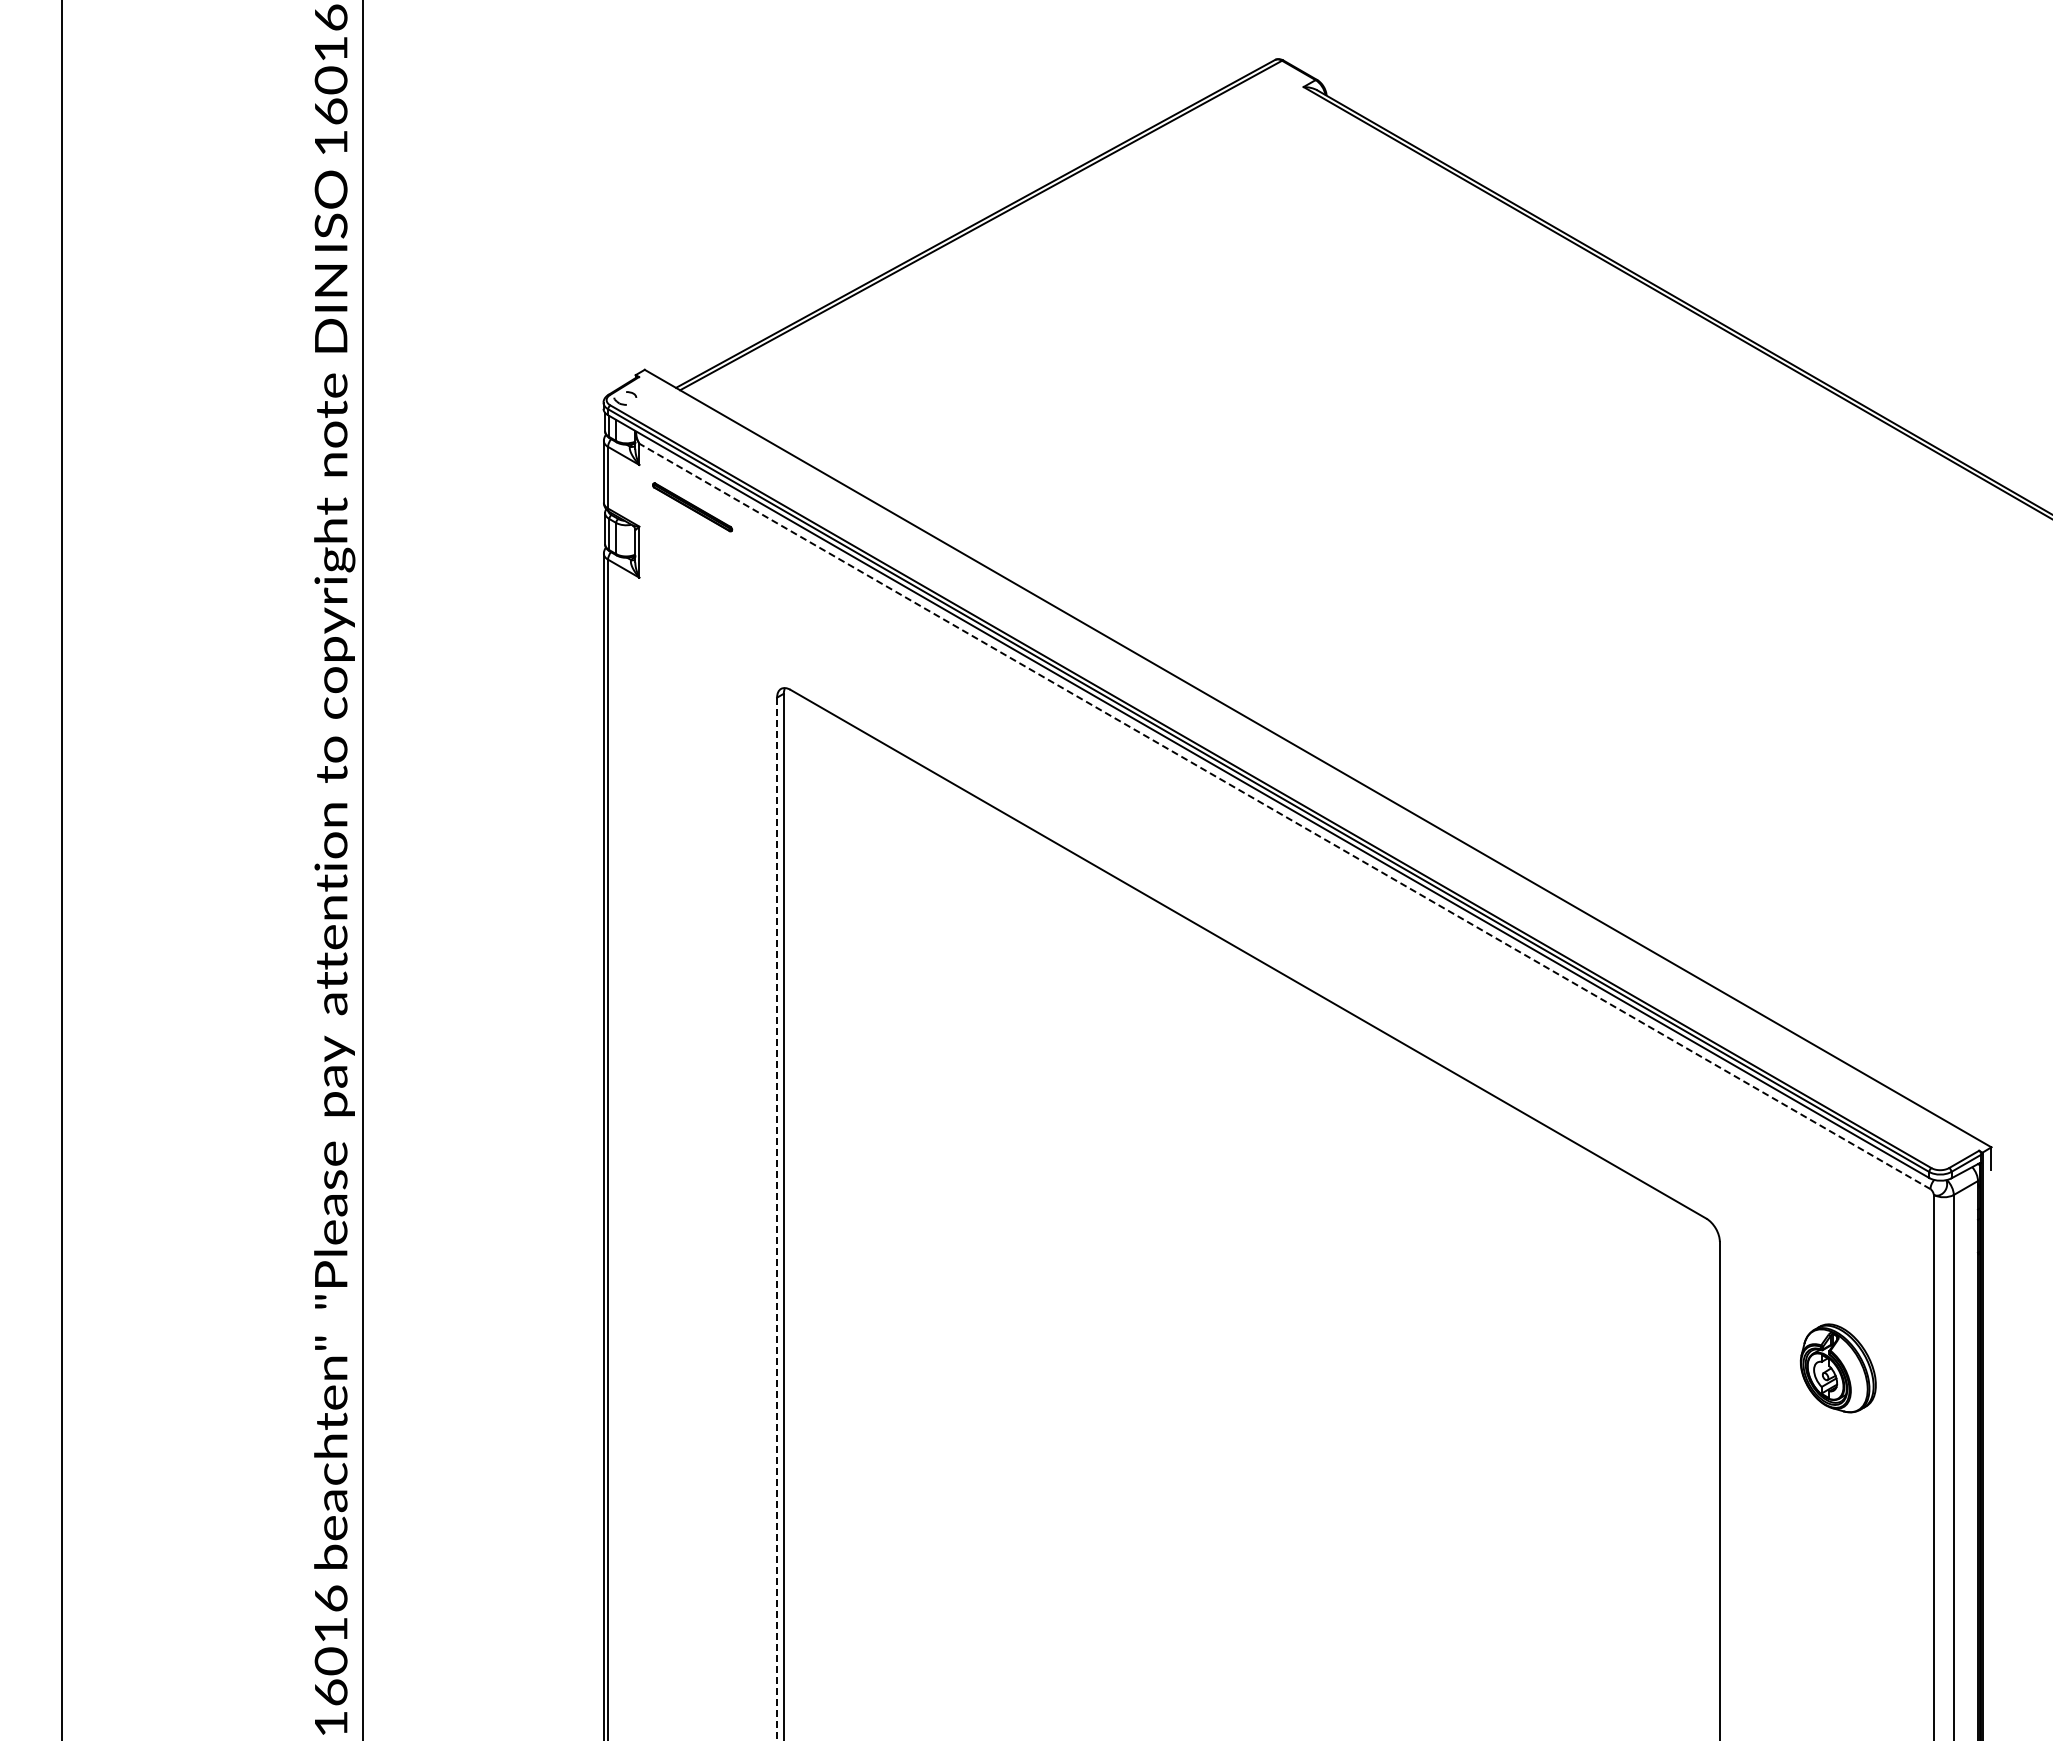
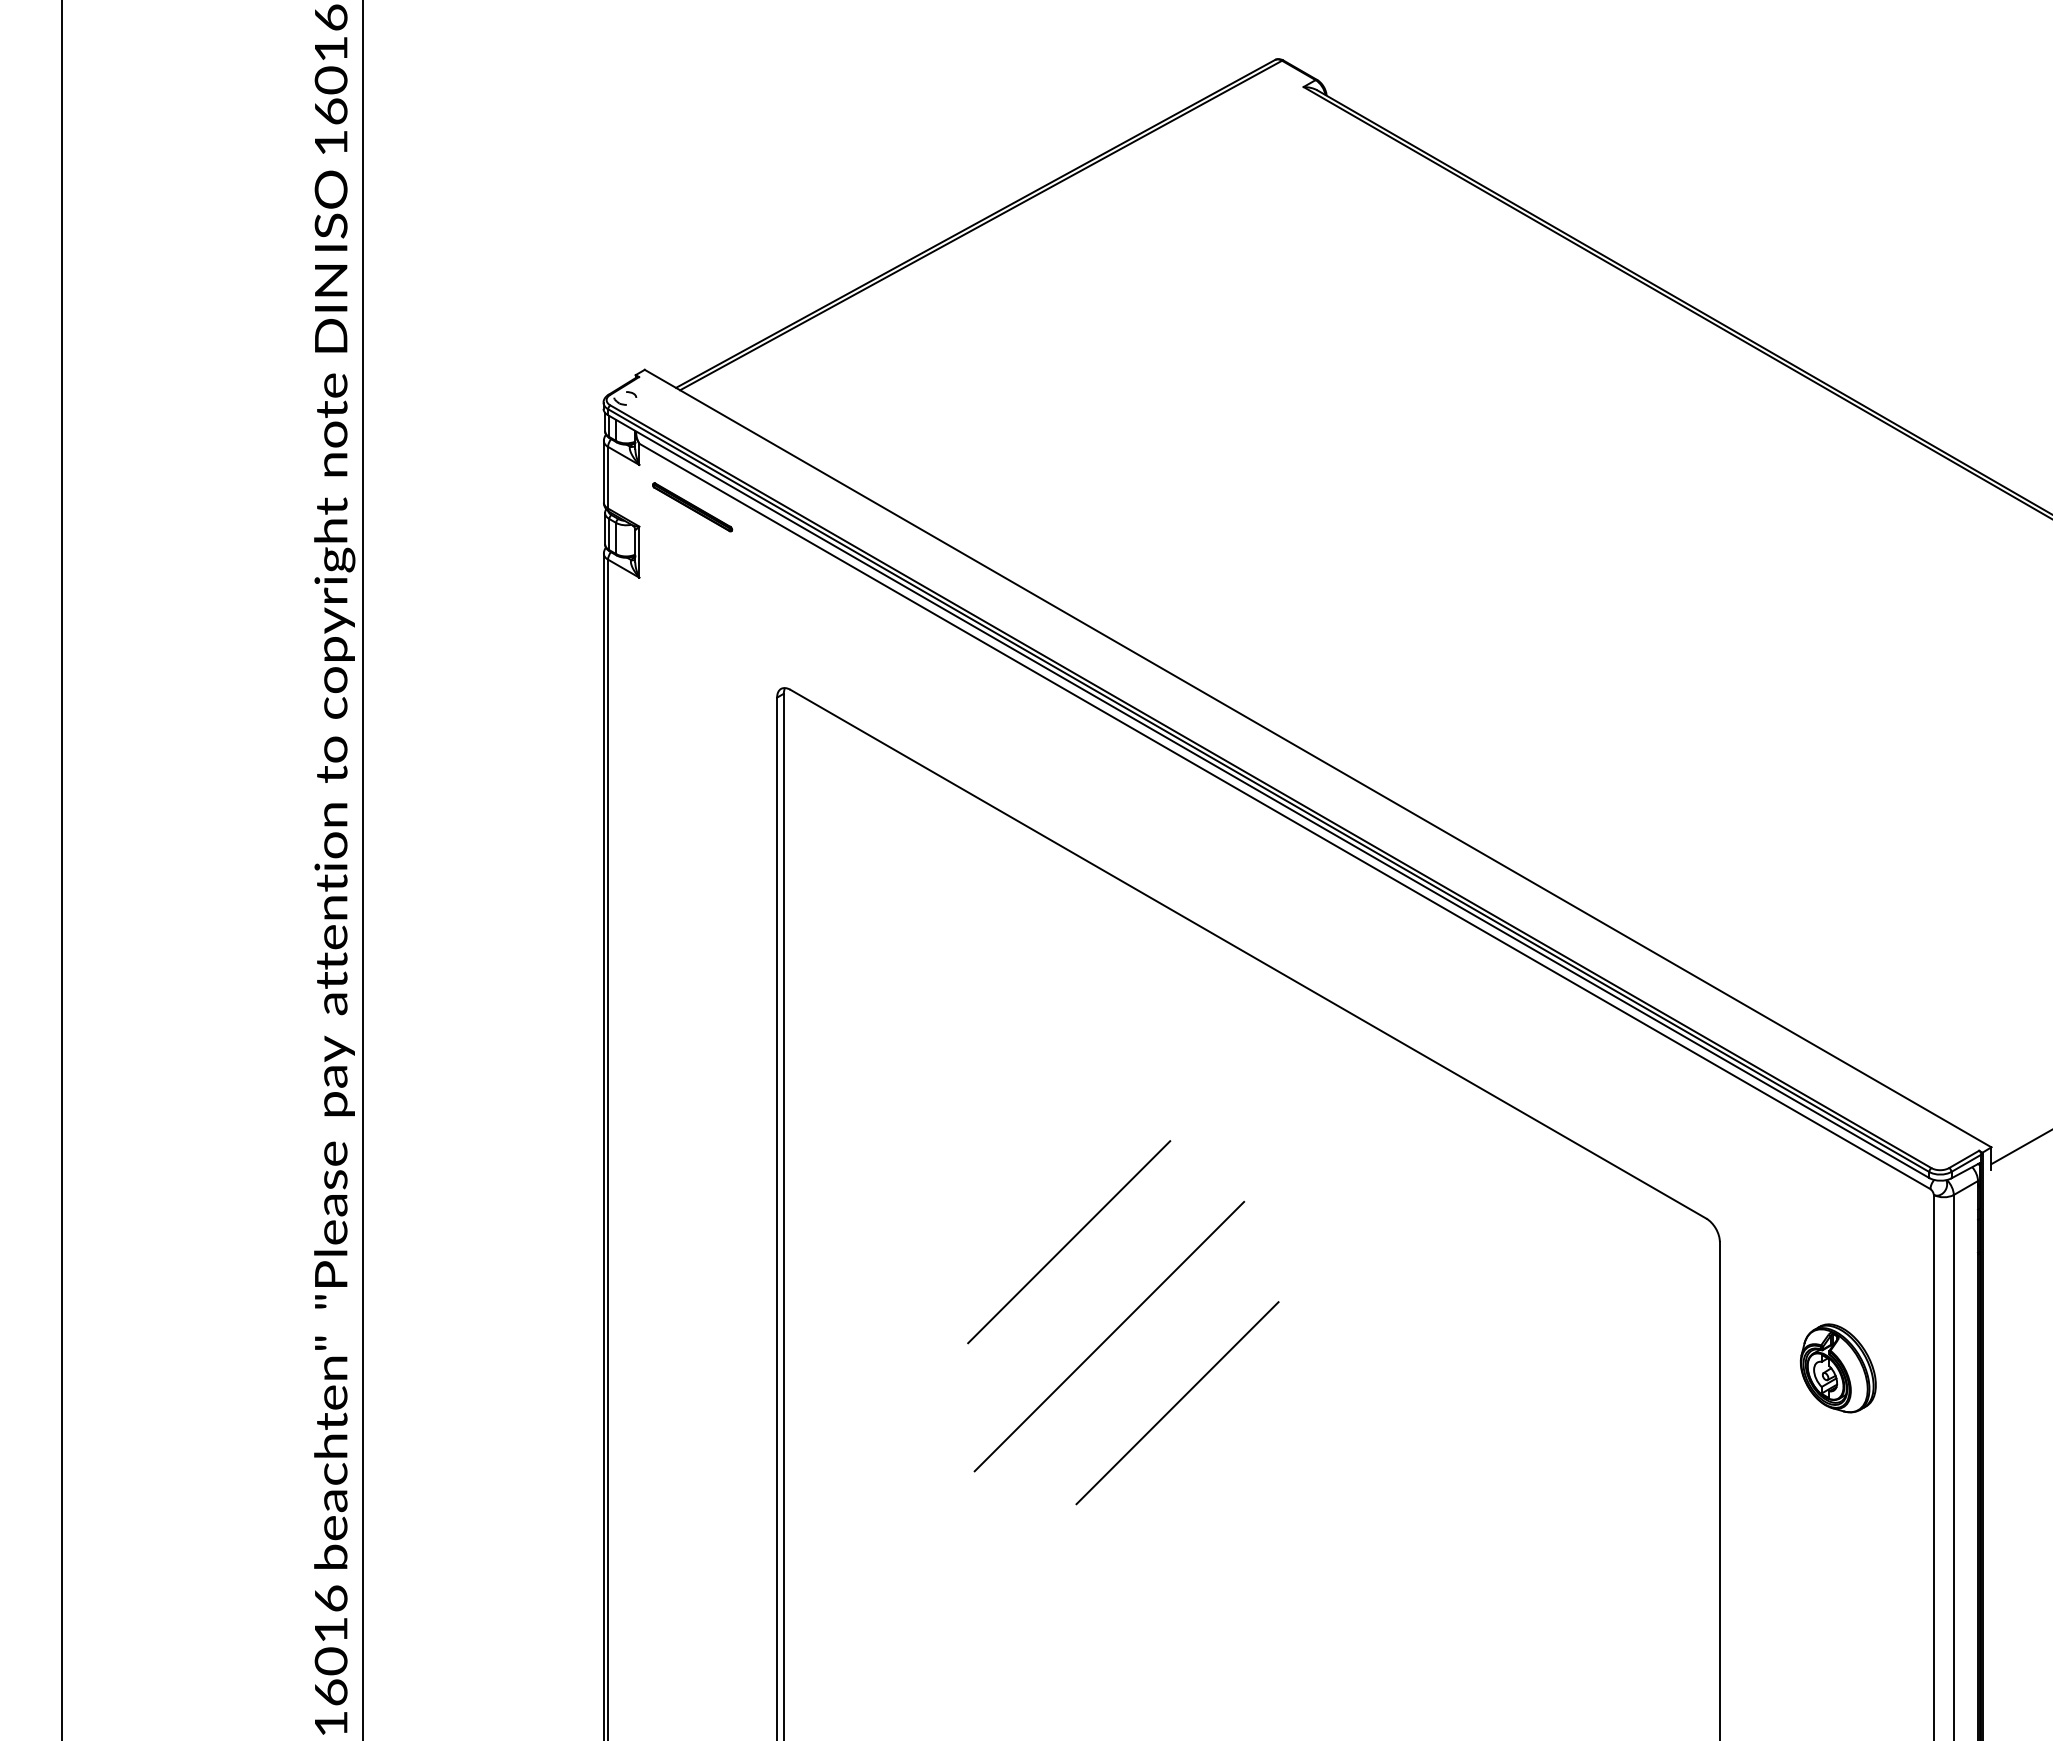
line at (1284, 816): dashed -> solid
line at (2020, 1147): none -> present
line at (777, 1218): dashed -> solid
line at (1069, 1242): none -> present
line at (1109, 1336): none -> present
line at (1177, 1403): none -> present
